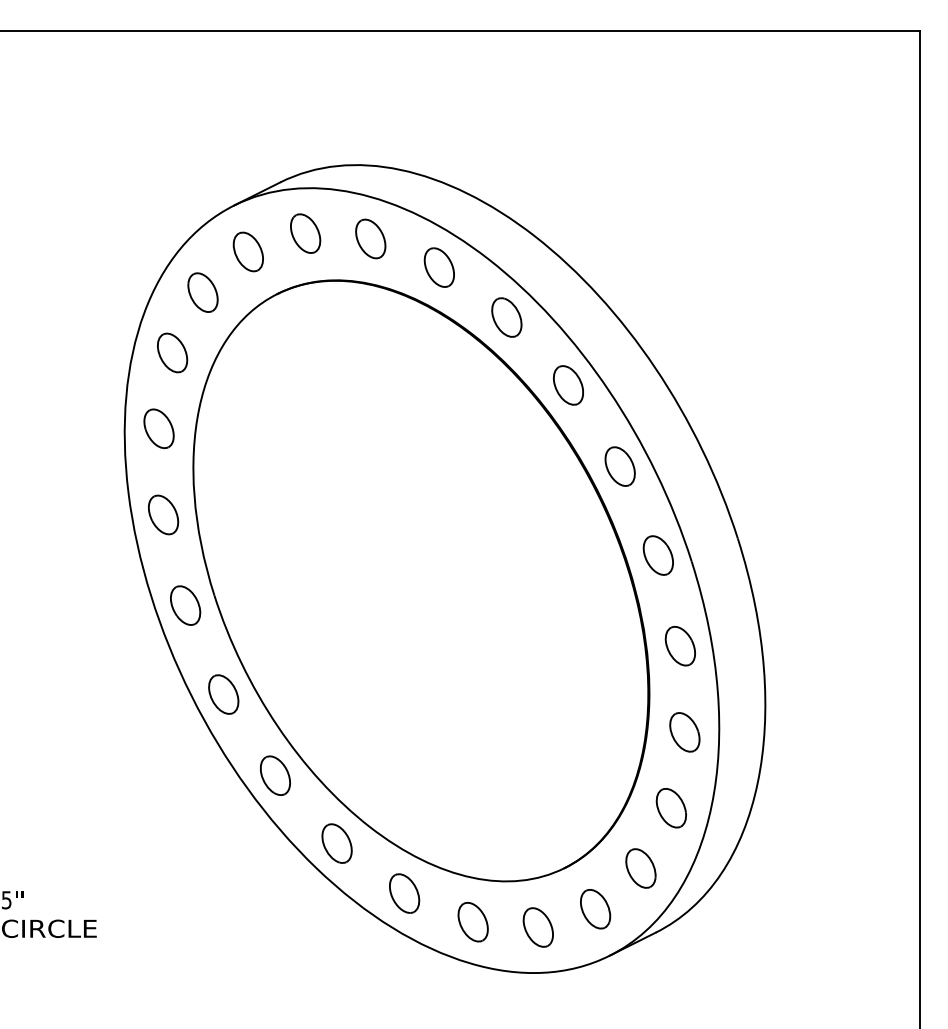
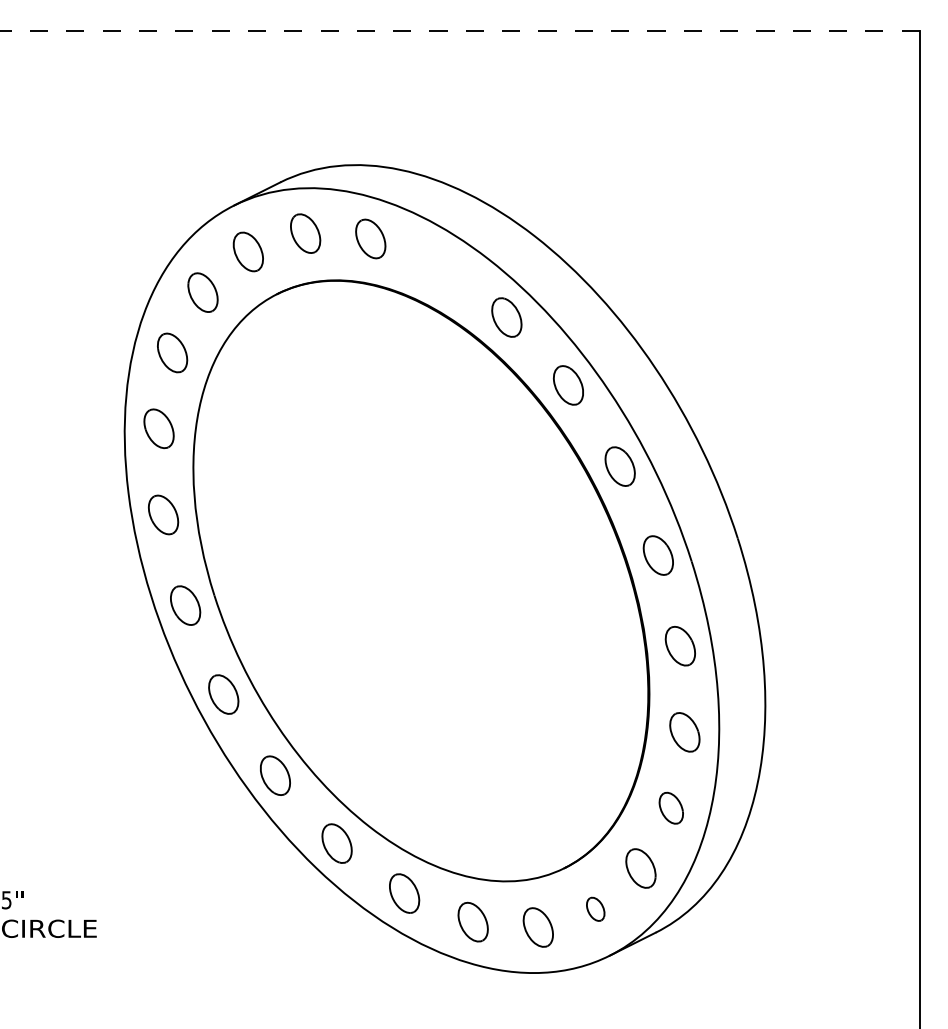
line at (460, 30): solid -> dashed
part at (438, 267): present -> none
part at (670, 808) size: 32x41 px -> 26x34 px
part at (595, 909) size: 32x41 px -> 20x26 px
